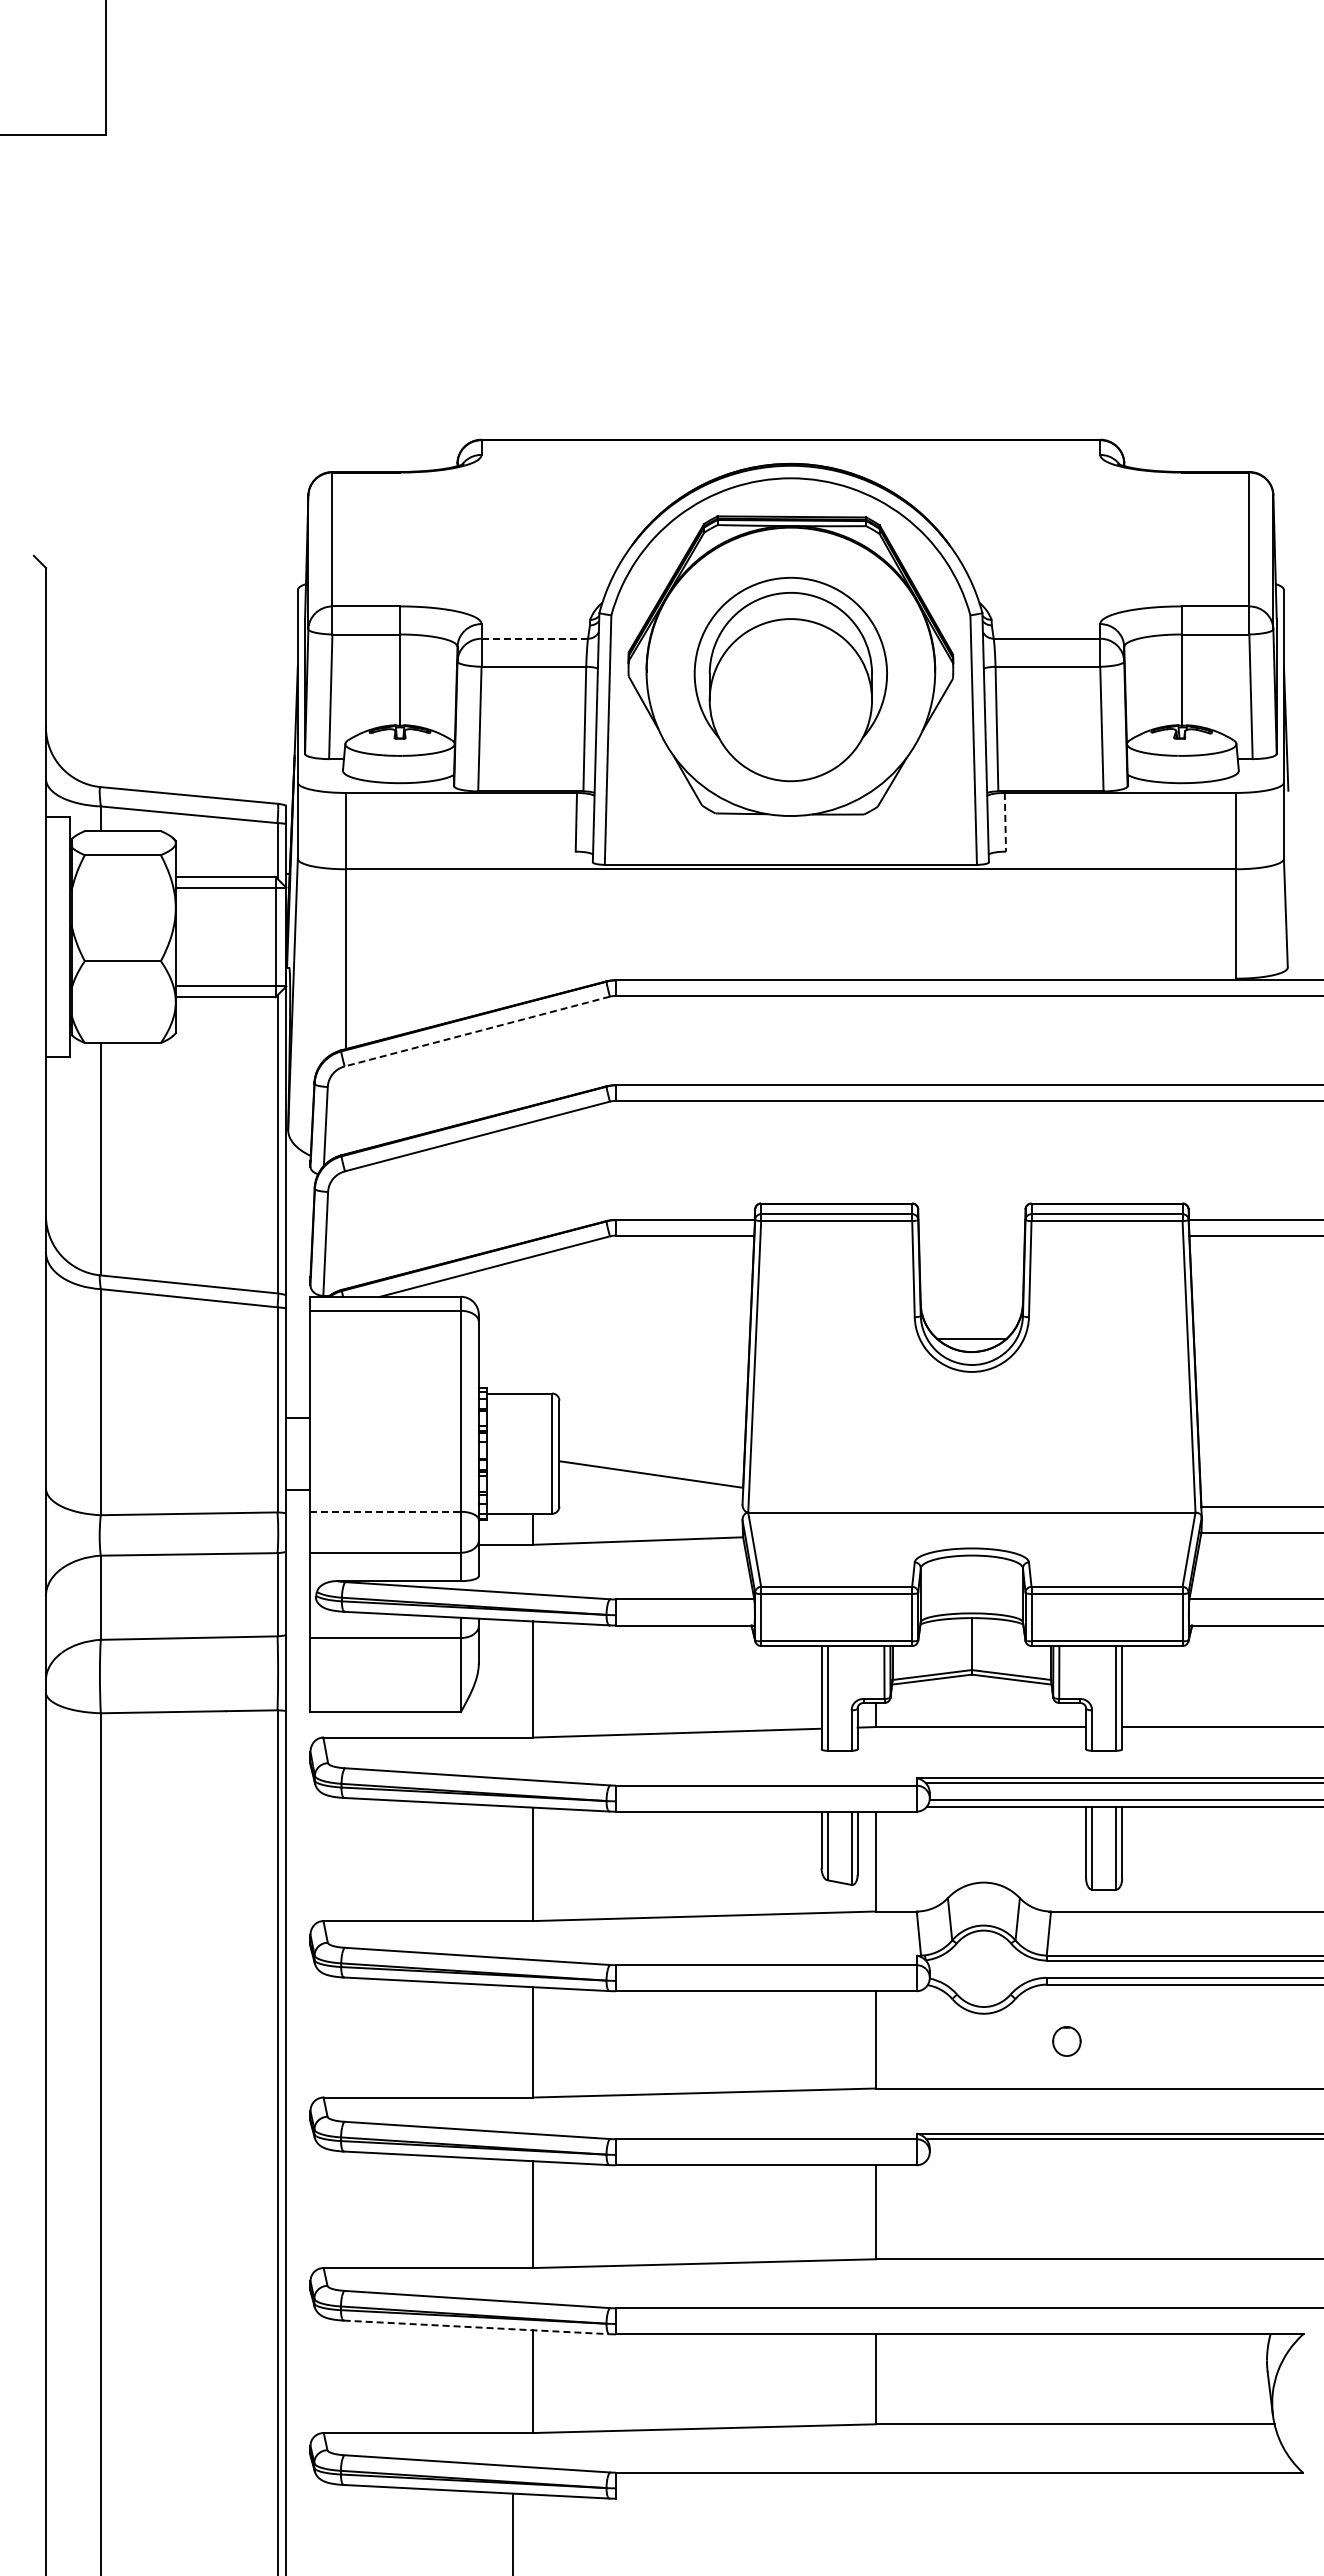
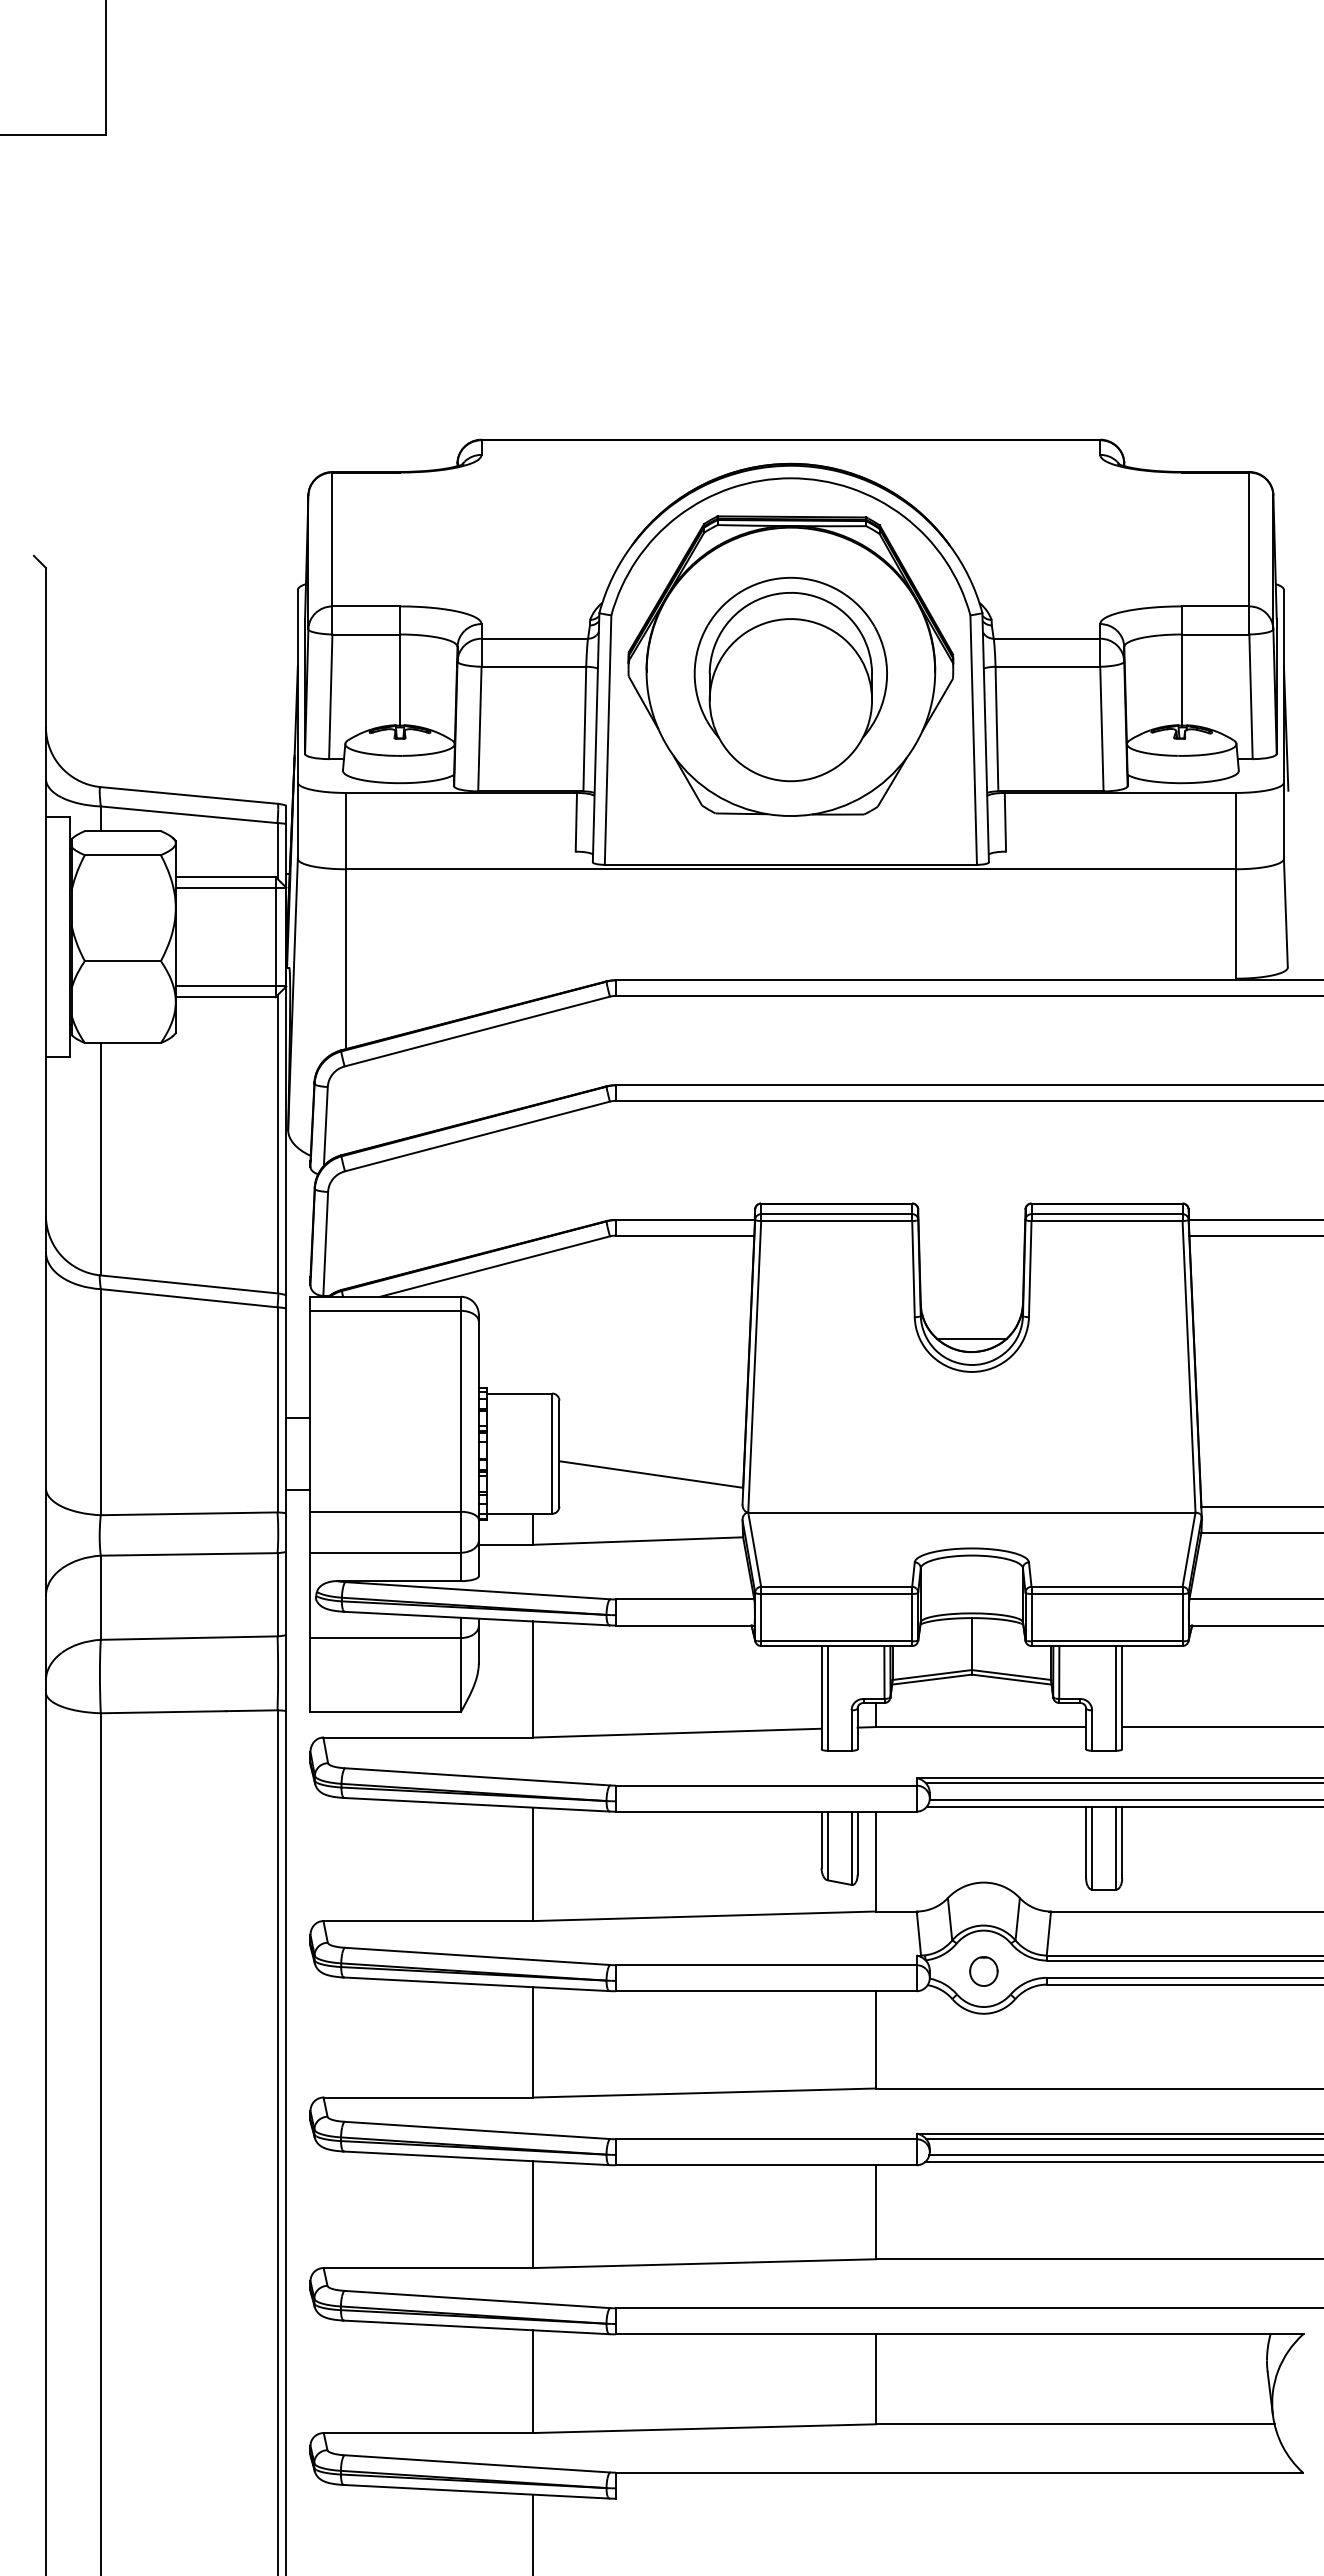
line at (534, 638): dashed -> solid
line at (1005, 822): dashed -> solid
line at (476, 1031): dashed -> solid
line at (386, 1511): dashed -> solid
part at (1066, 2041) position: (1066, 2041) -> (983, 1971)
line at (1124, 2155): none -> present
line at (1122, 2161): none -> present
line at (476, 2327): dashed -> solid
line at (512, 2533) position: (512, 2533) -> (532, 2533)
